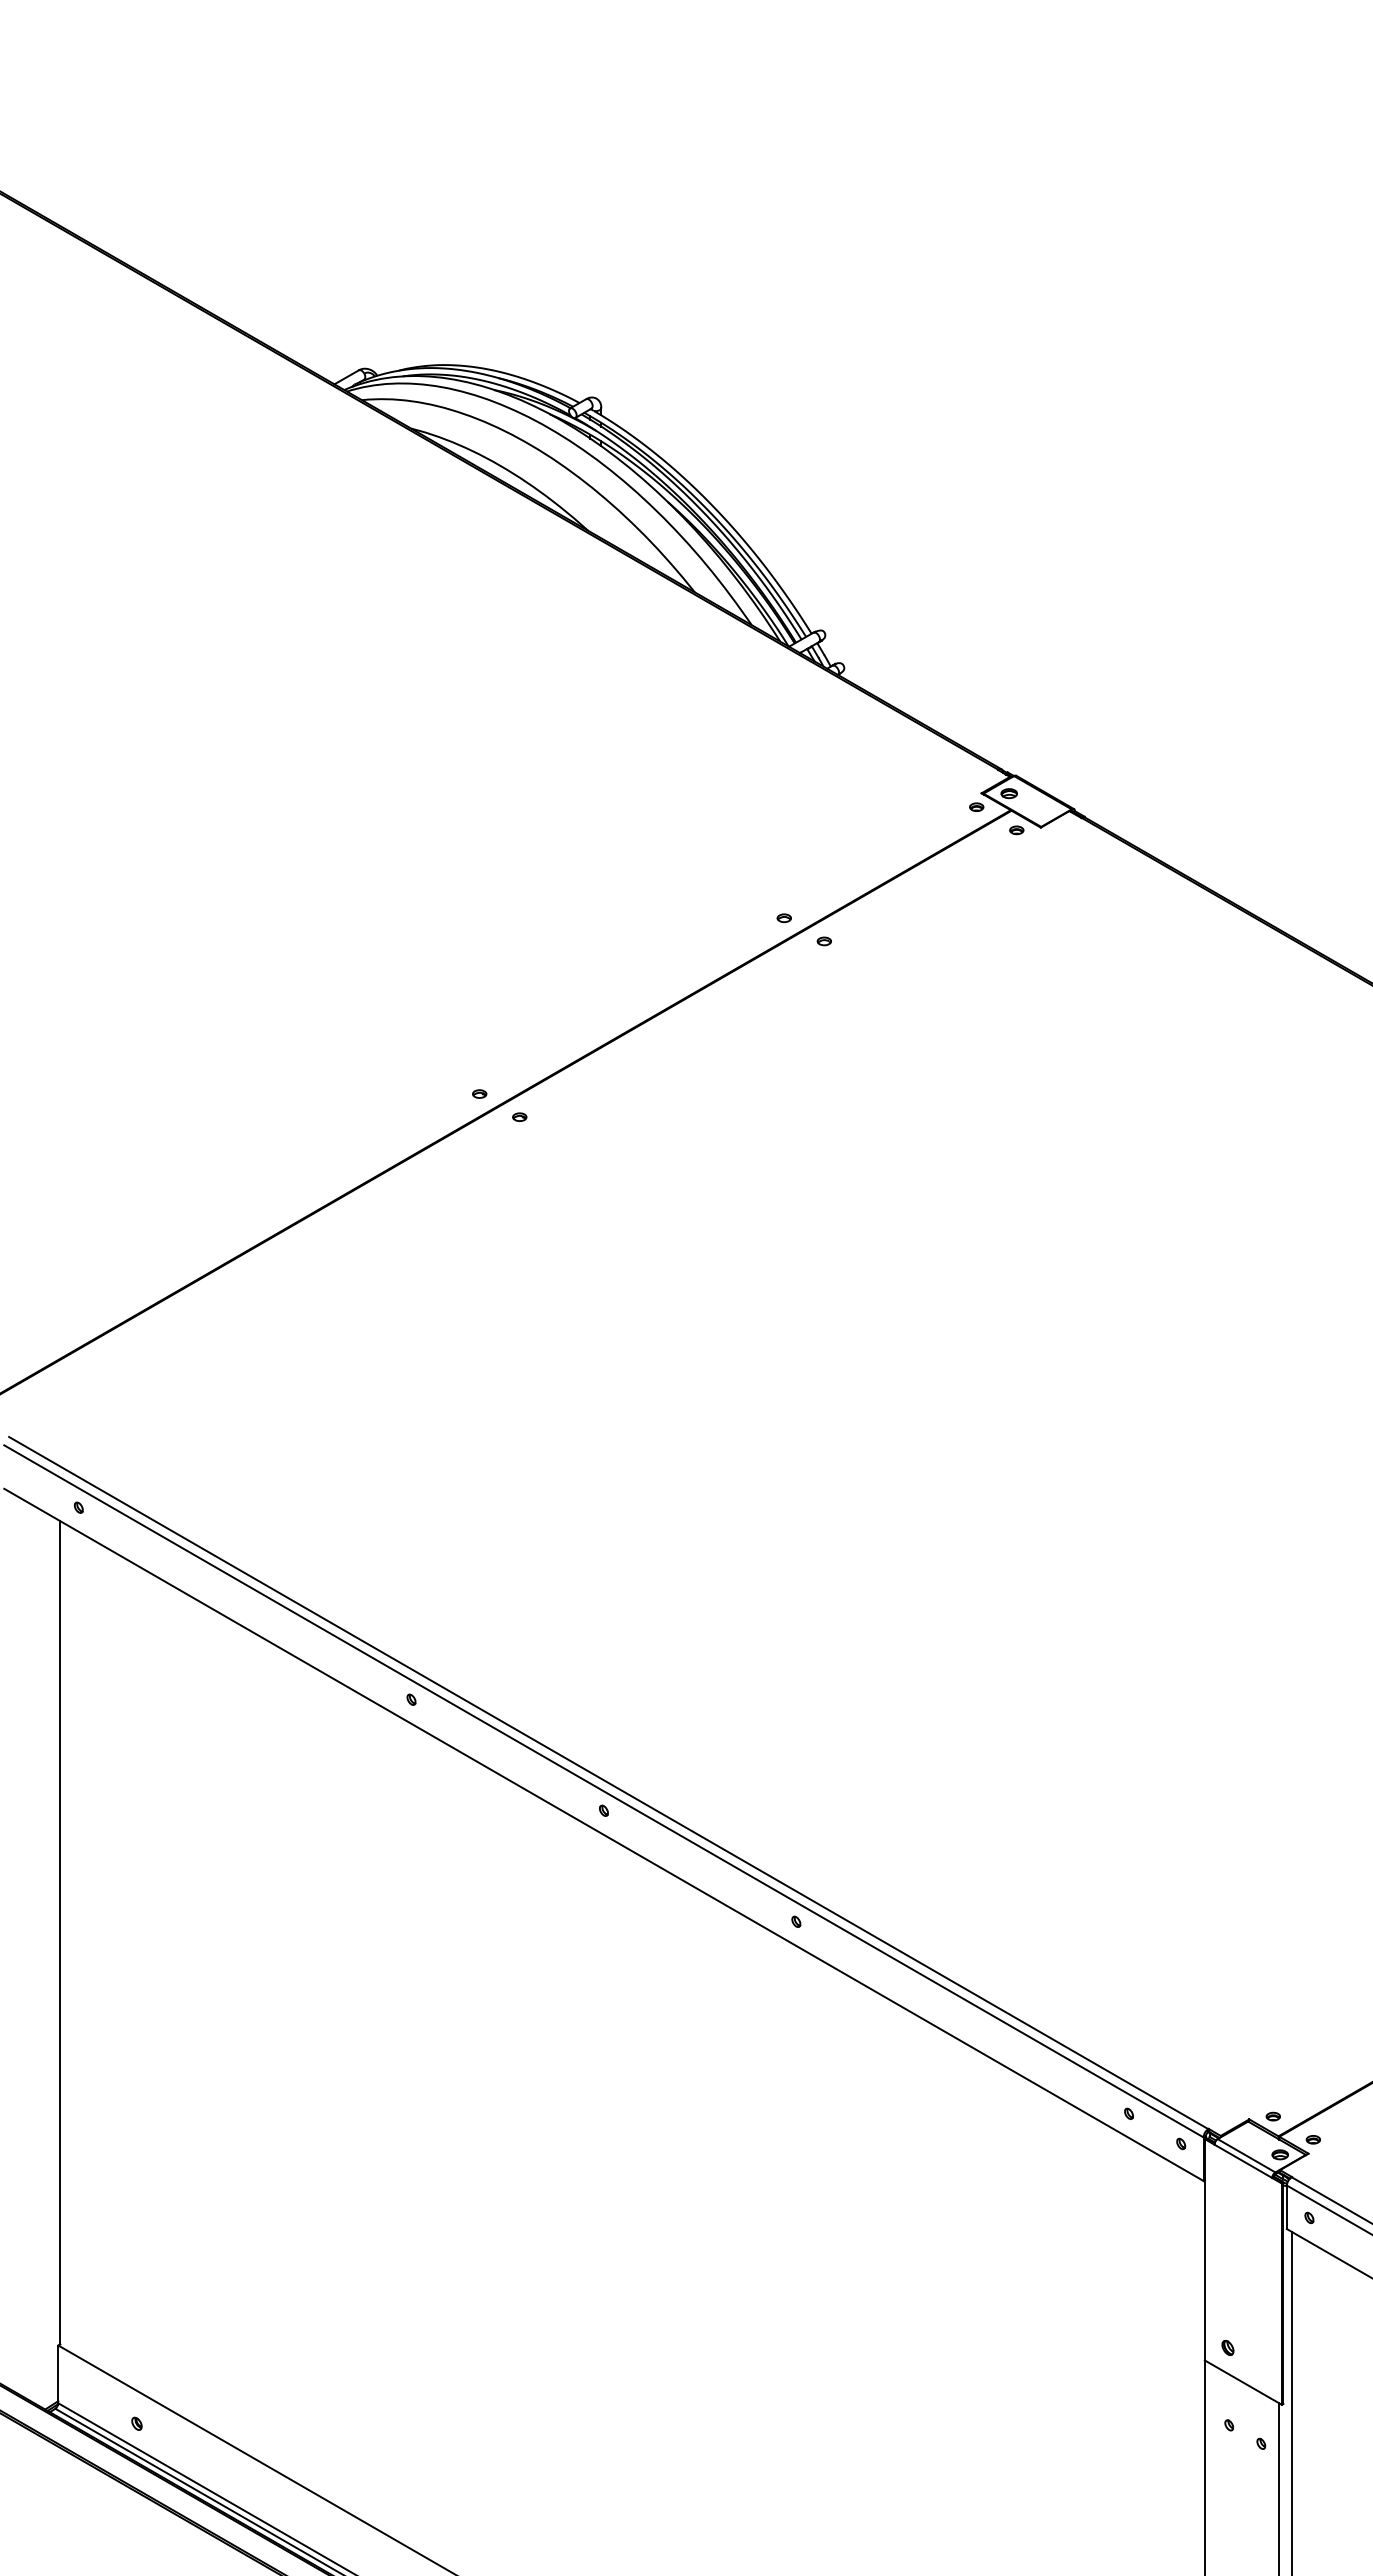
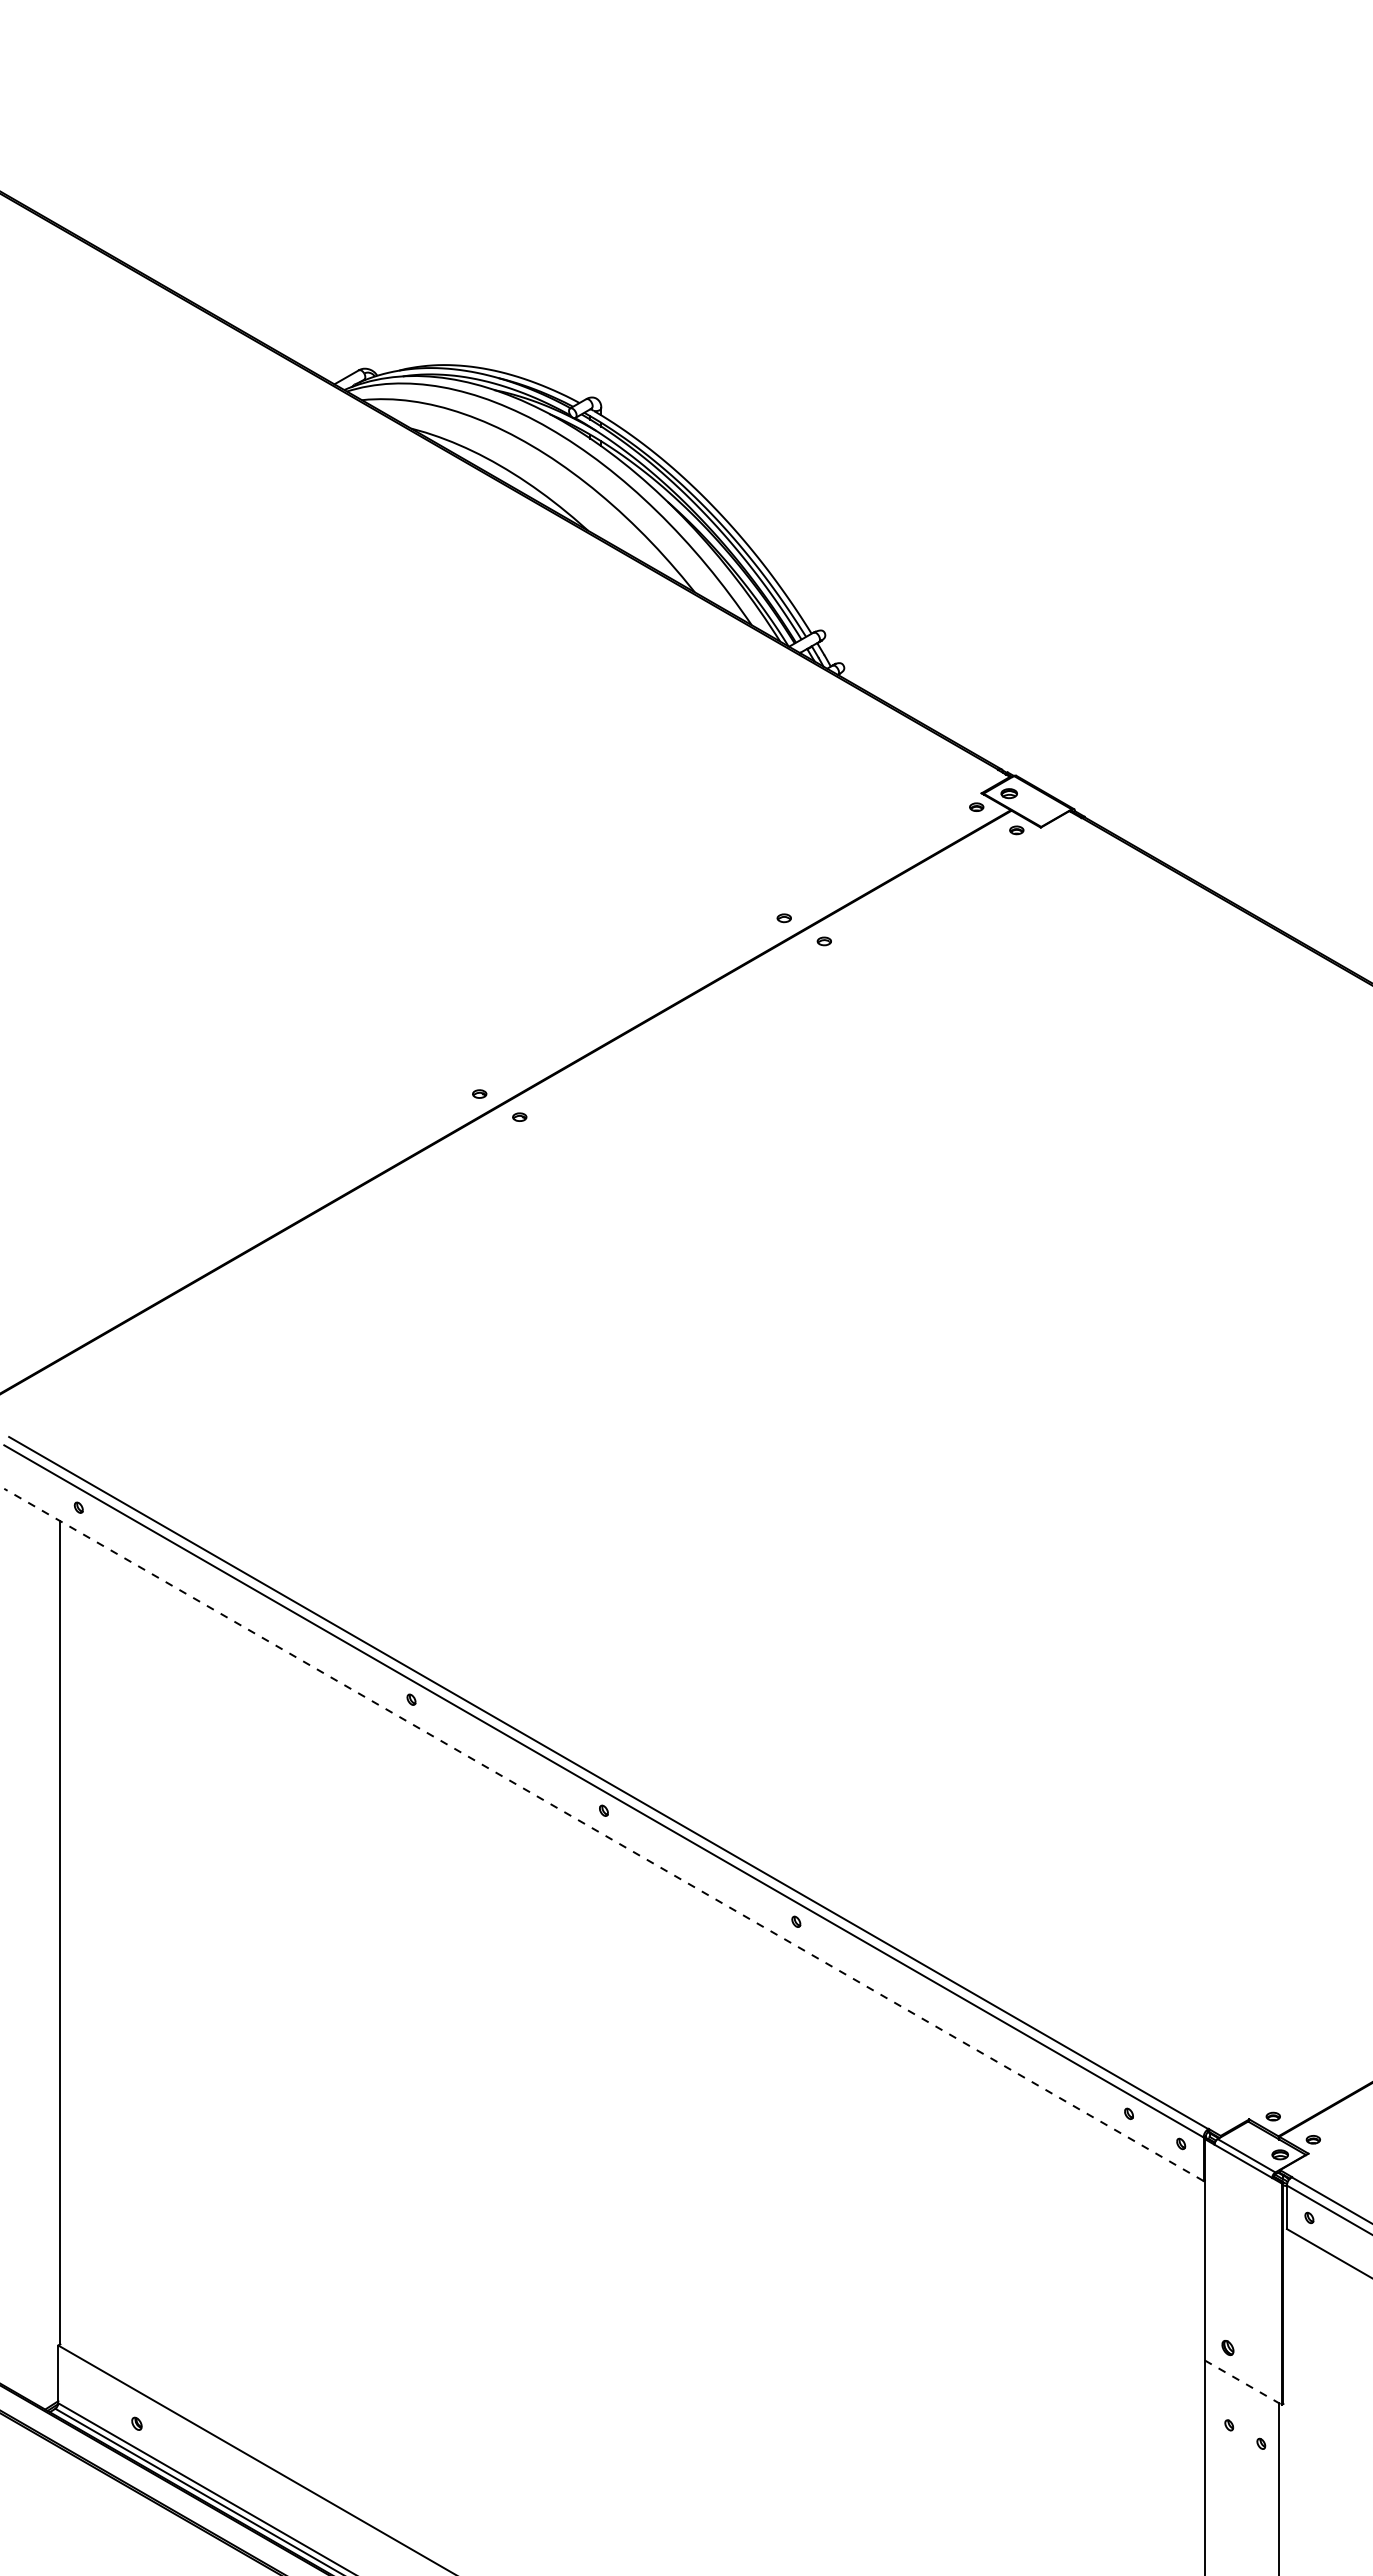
line at (603, 1834): solid -> dashed
line at (1243, 2382): solid -> dashed
line at (1291, 2401): present -> none
